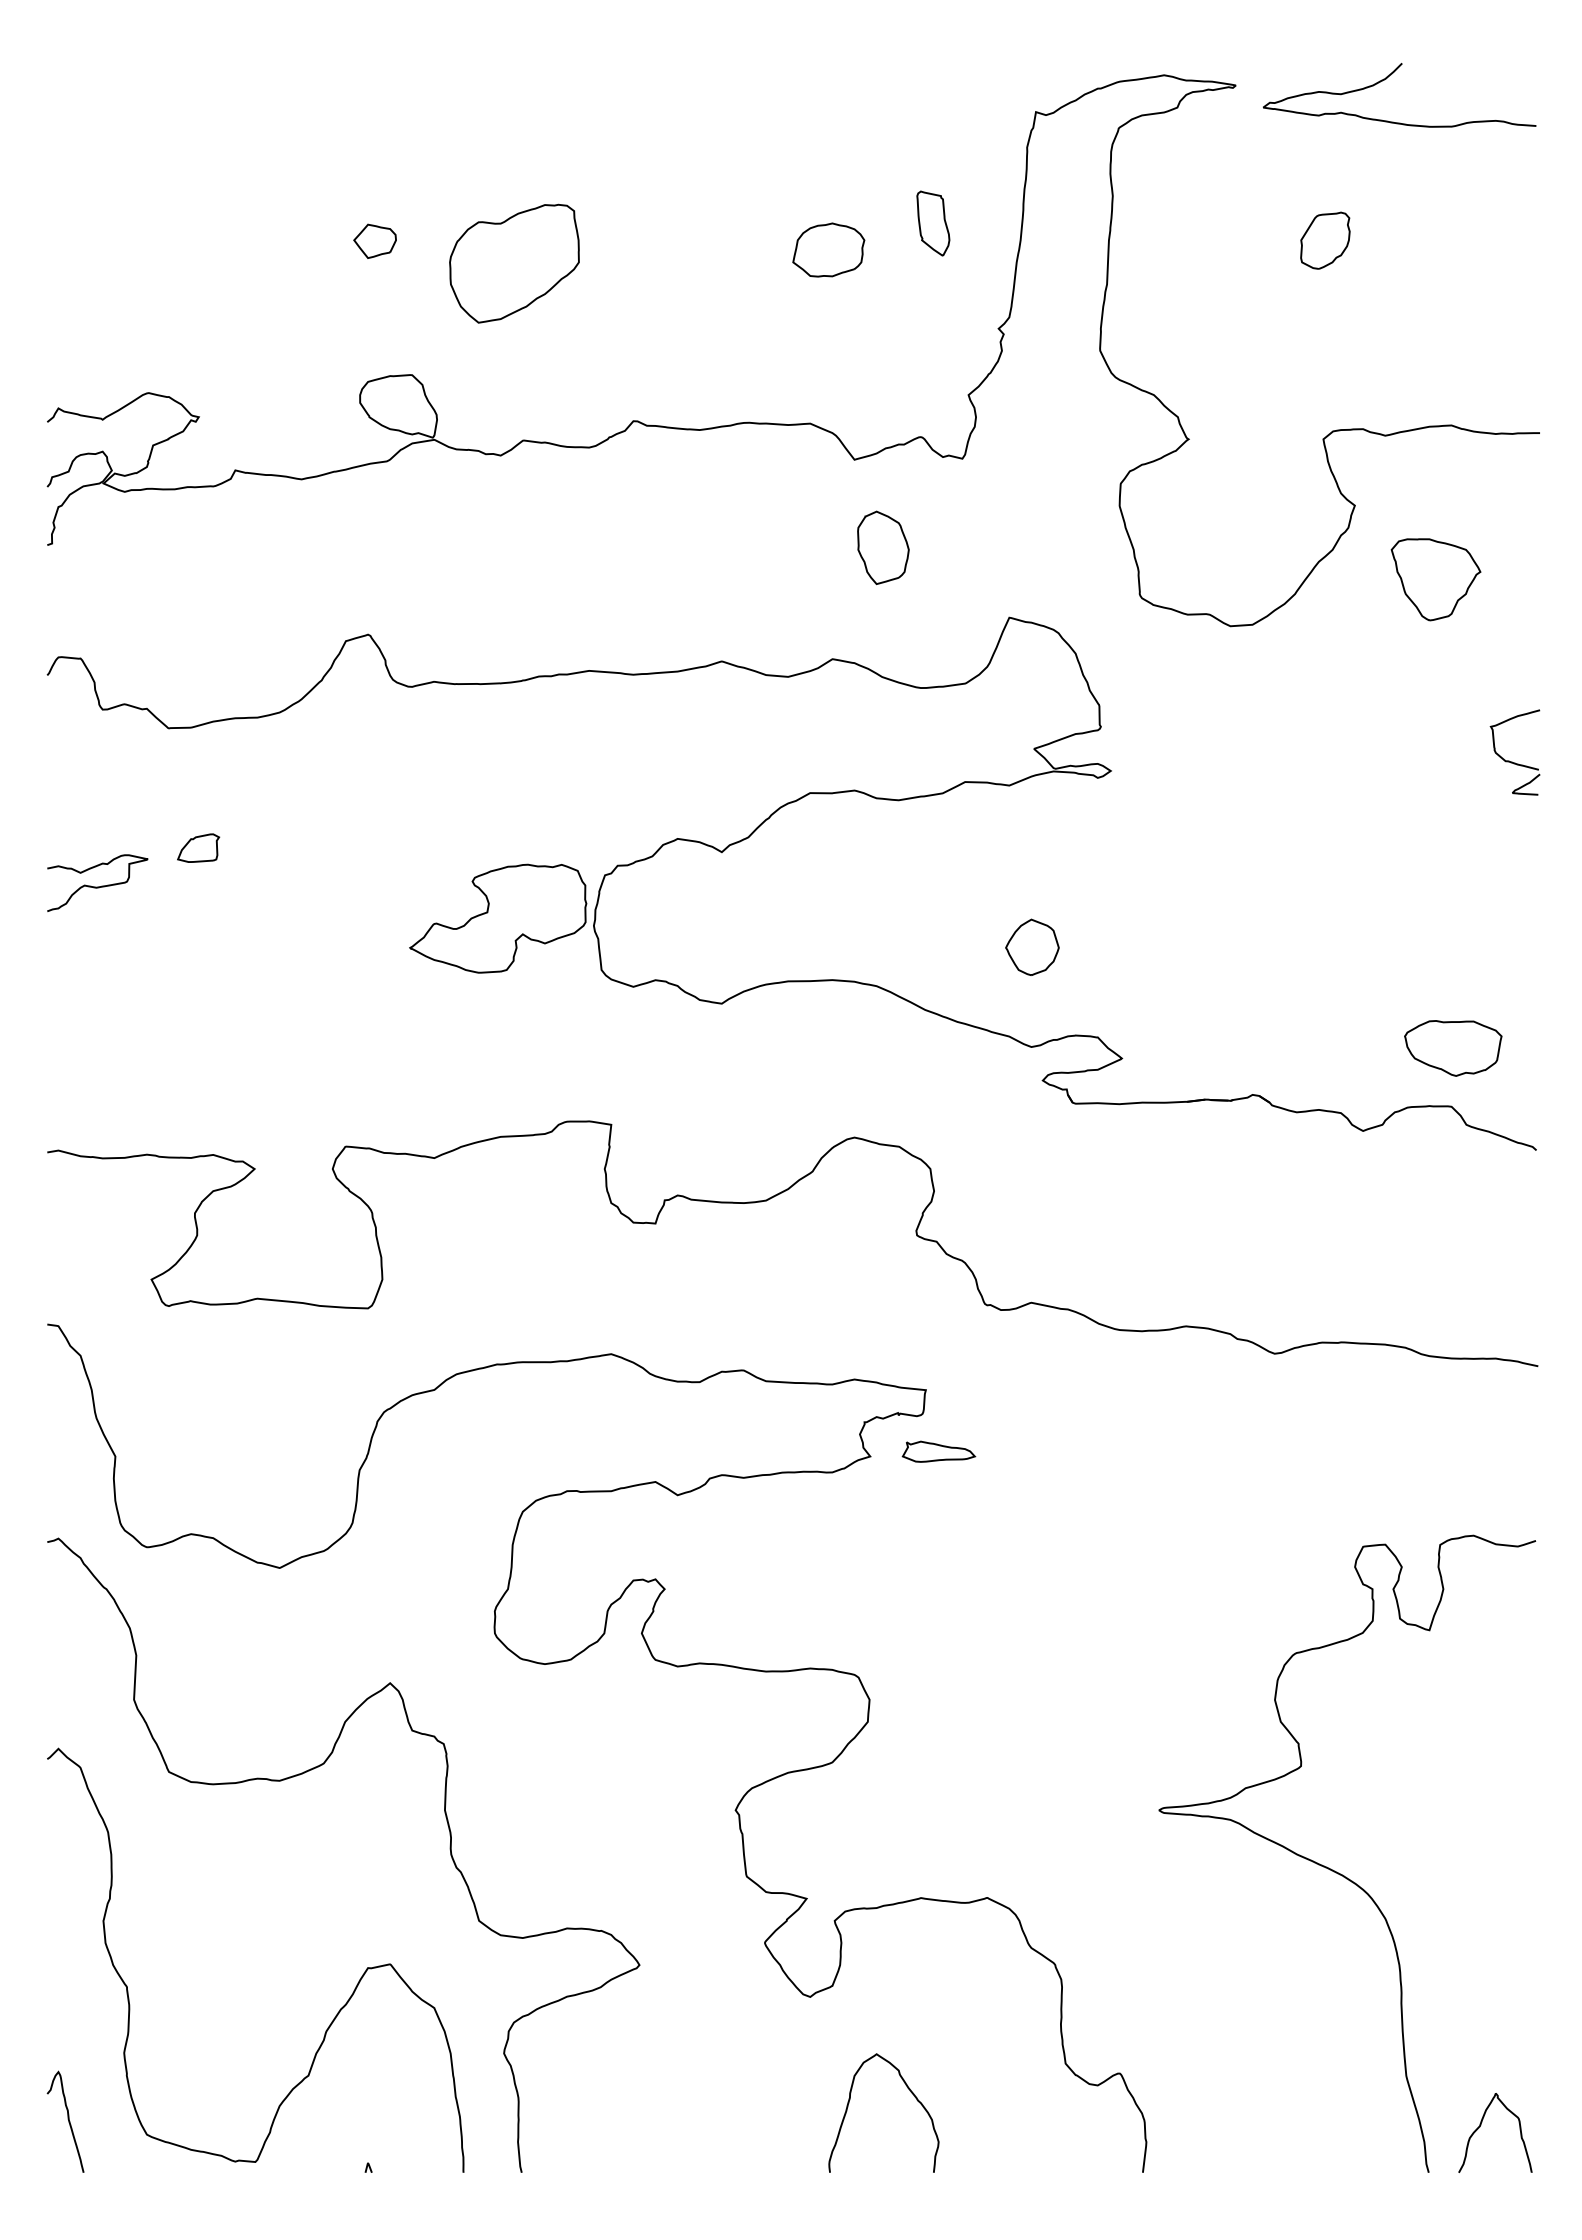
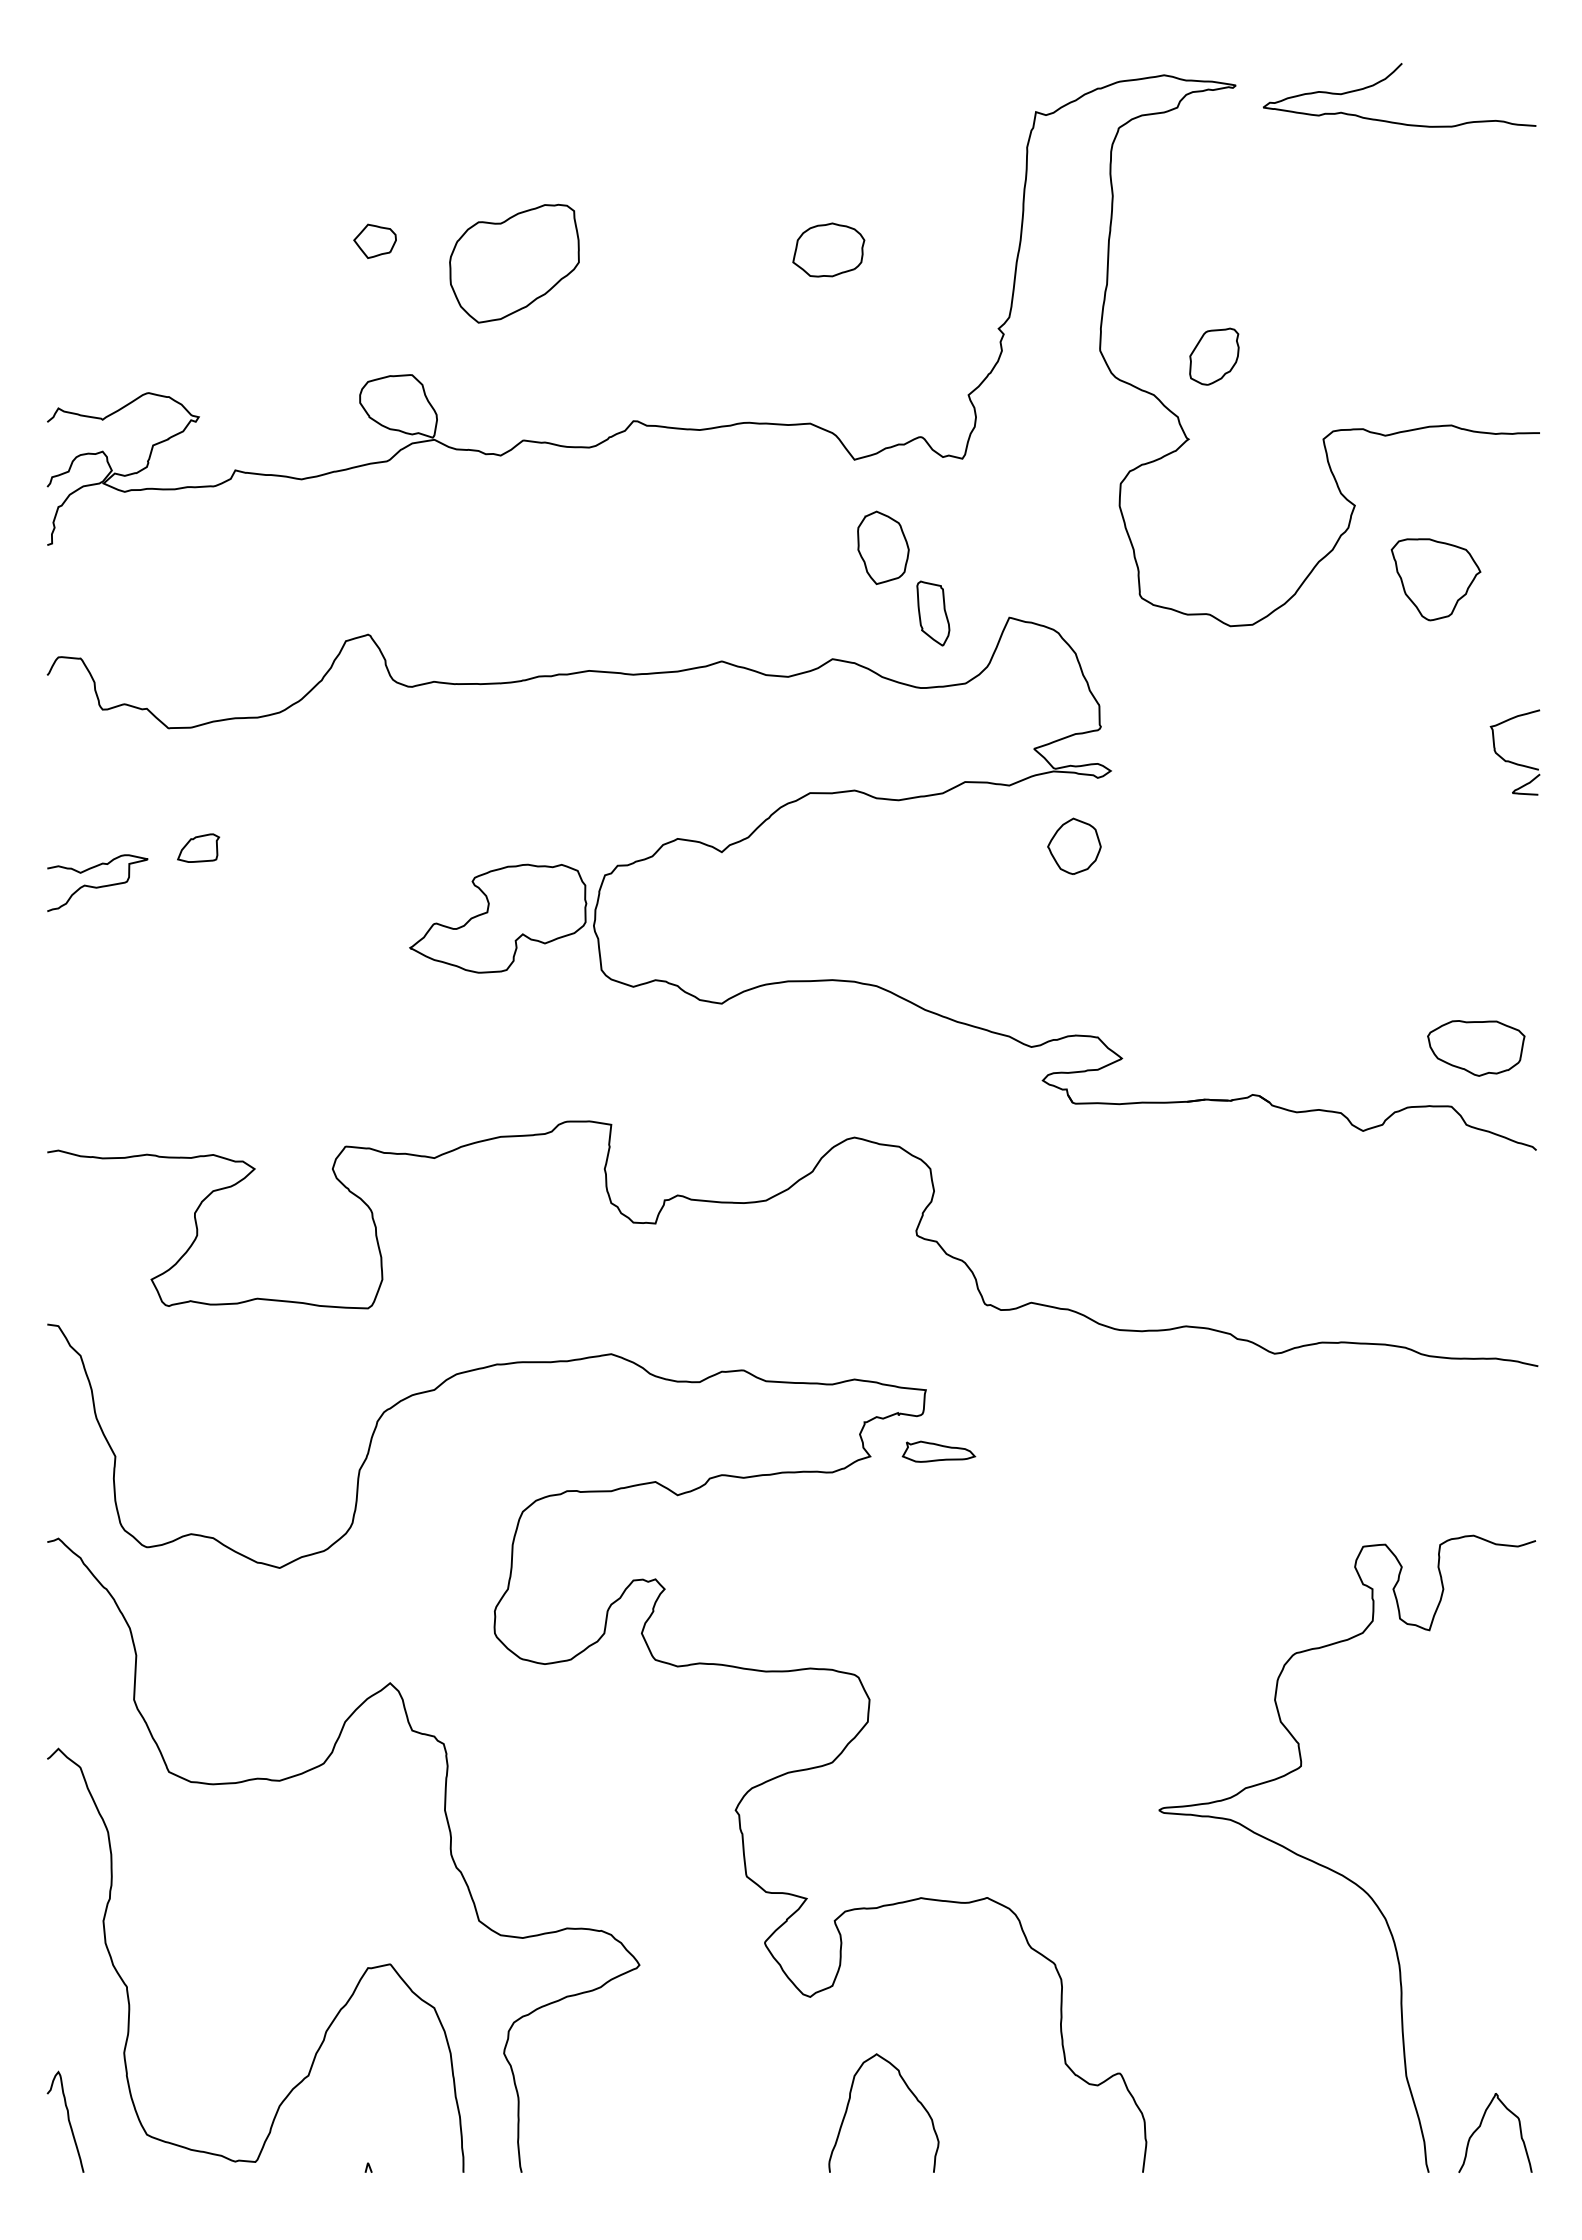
part at (933, 223) position: (933, 223) -> (933, 613)
part at (1325, 240) position: (1325, 240) -> (1214, 356)
part at (1032, 946) position: (1032, 946) -> (1074, 845)
part at (1453, 1048) position: (1453, 1048) -> (1476, 1048)
